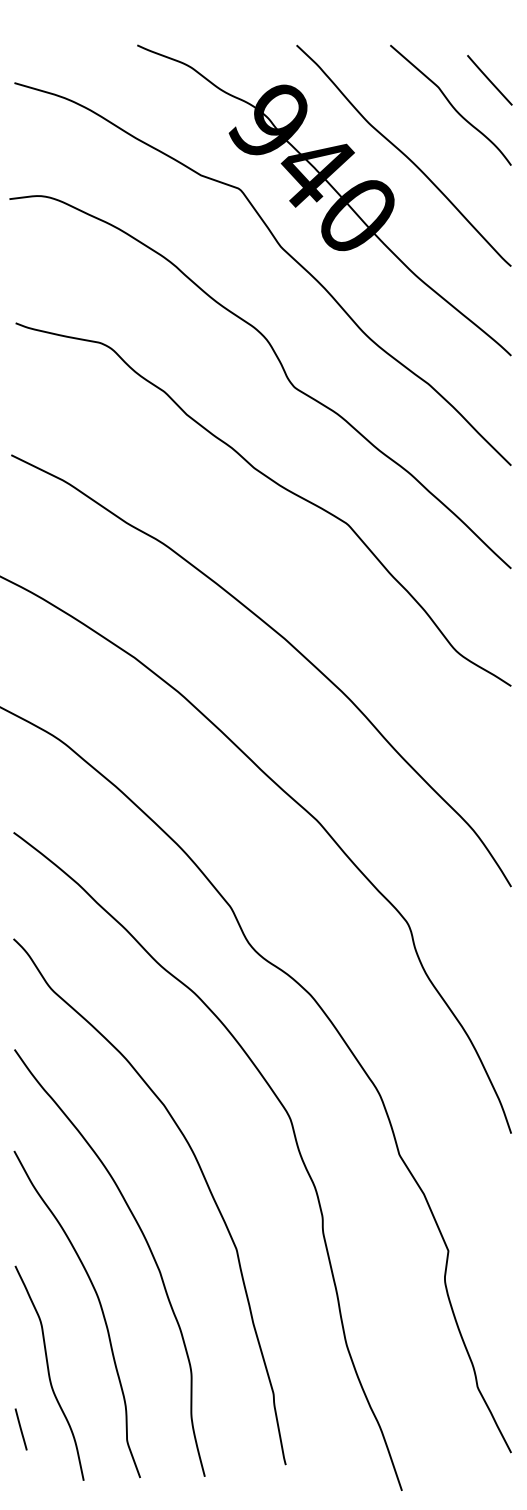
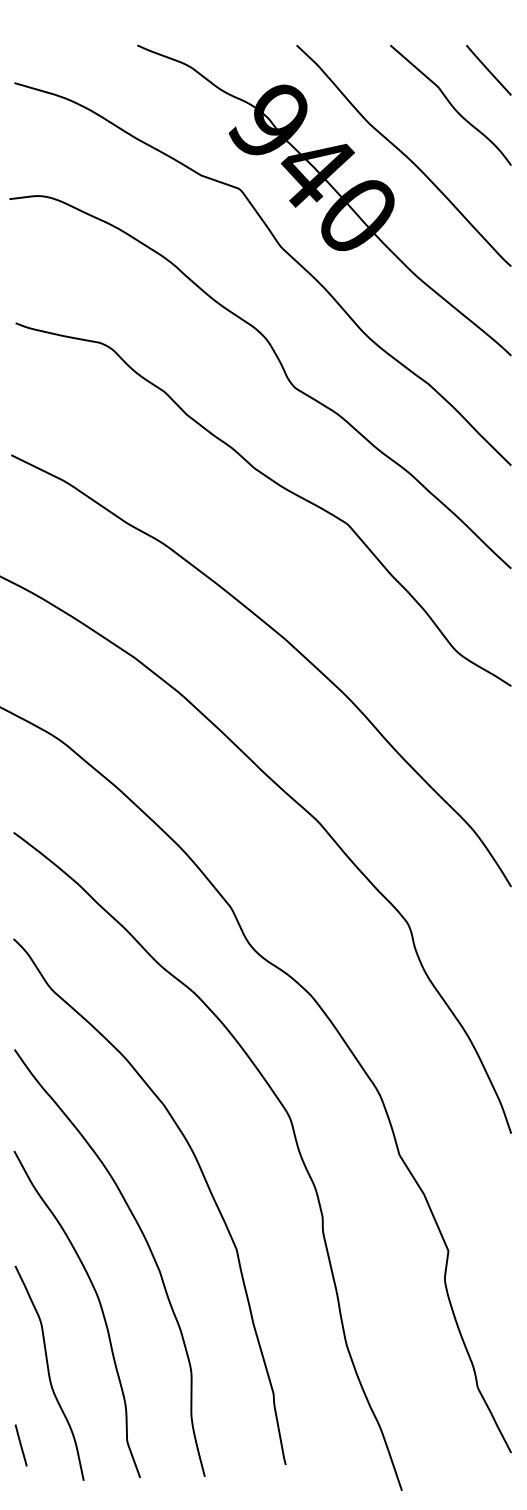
line at (489, 80) position: (489, 80) -> (488, 70)
line at (20, 1429) position: (20, 1429) -> (20, 1445)
